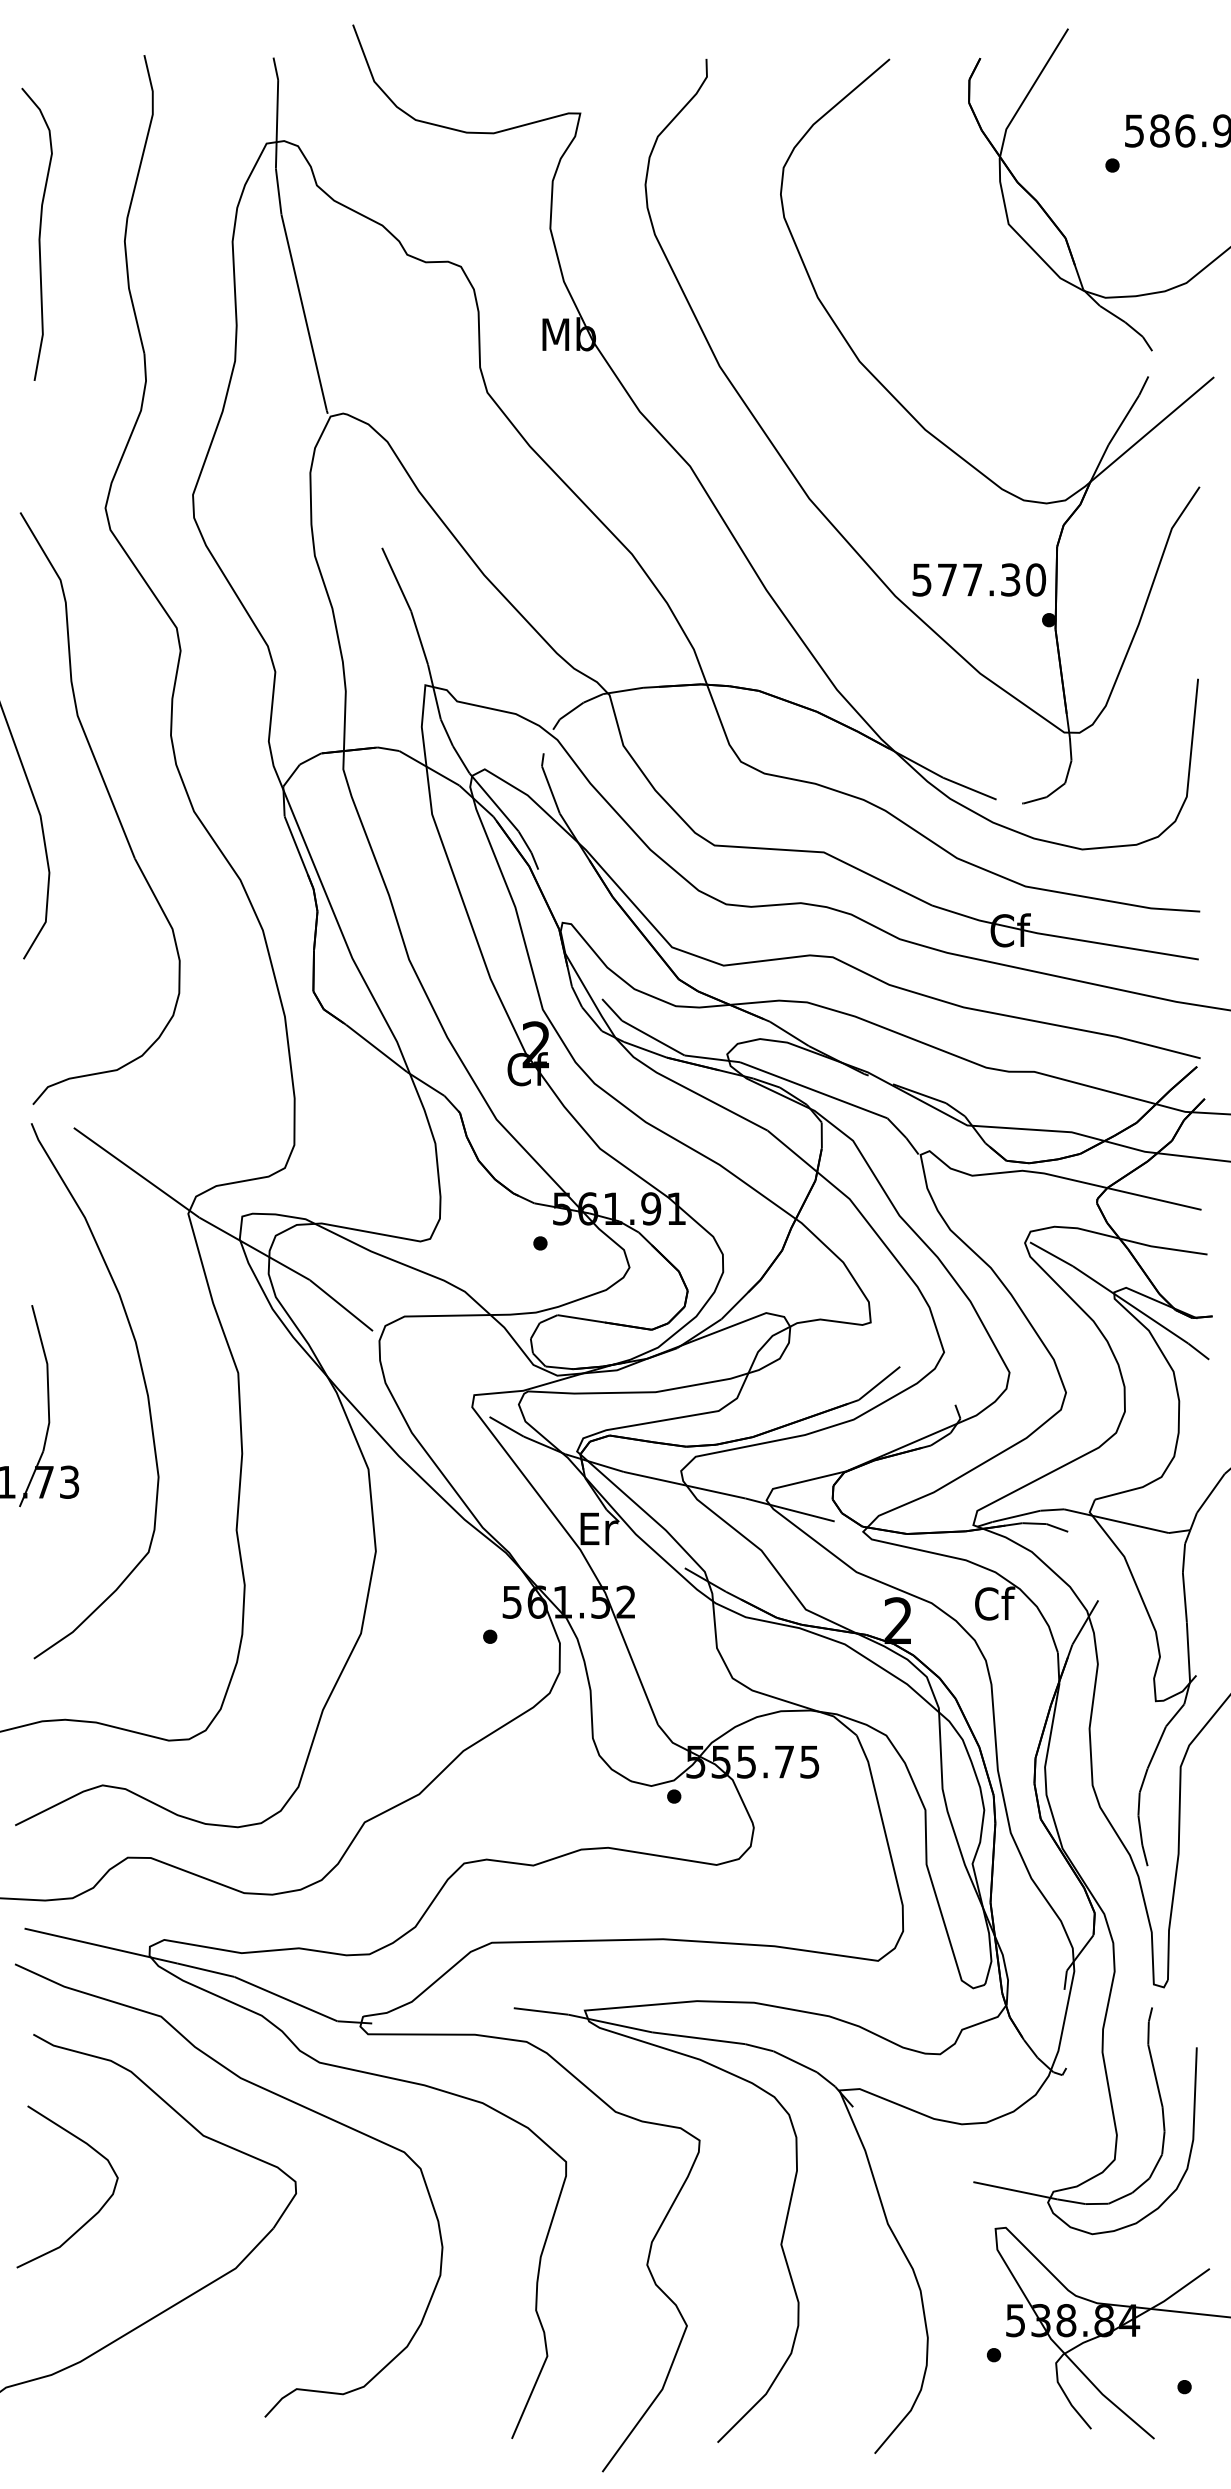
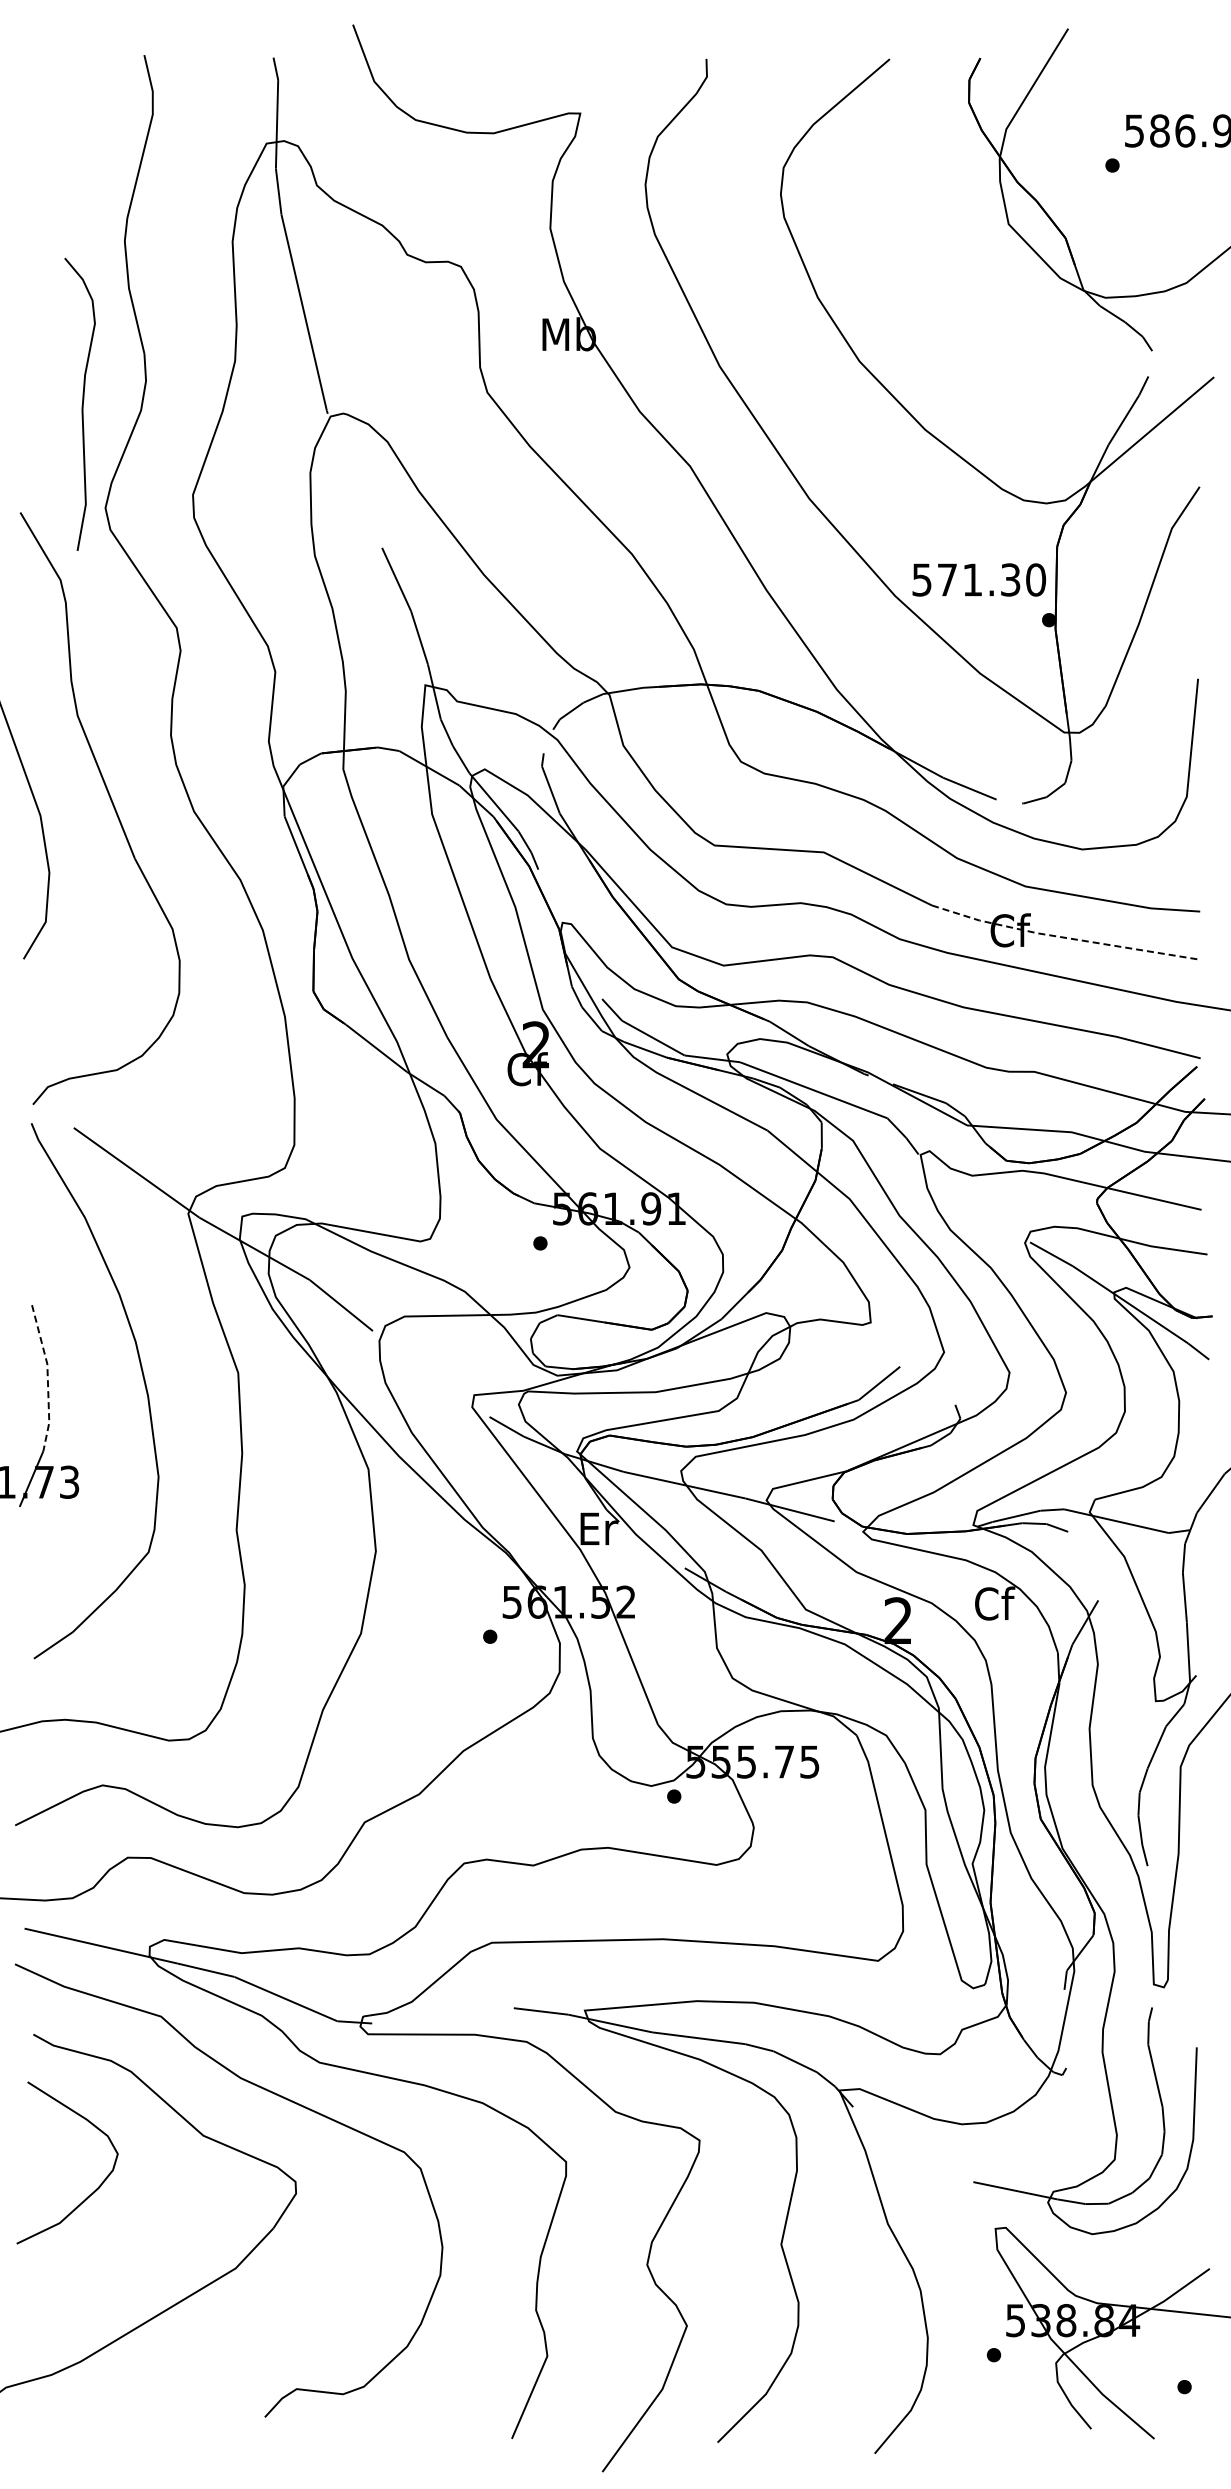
curve at (38, 235) position: (38, 235) -> (81, 405)
text at (972, 579): 577.30 -> 571.30
line at (1063, 937): solid -> dashed
line at (47, 1377): solid -> dashed
curve at (95, 2213) position: (95, 2213) -> (95, 2189)
